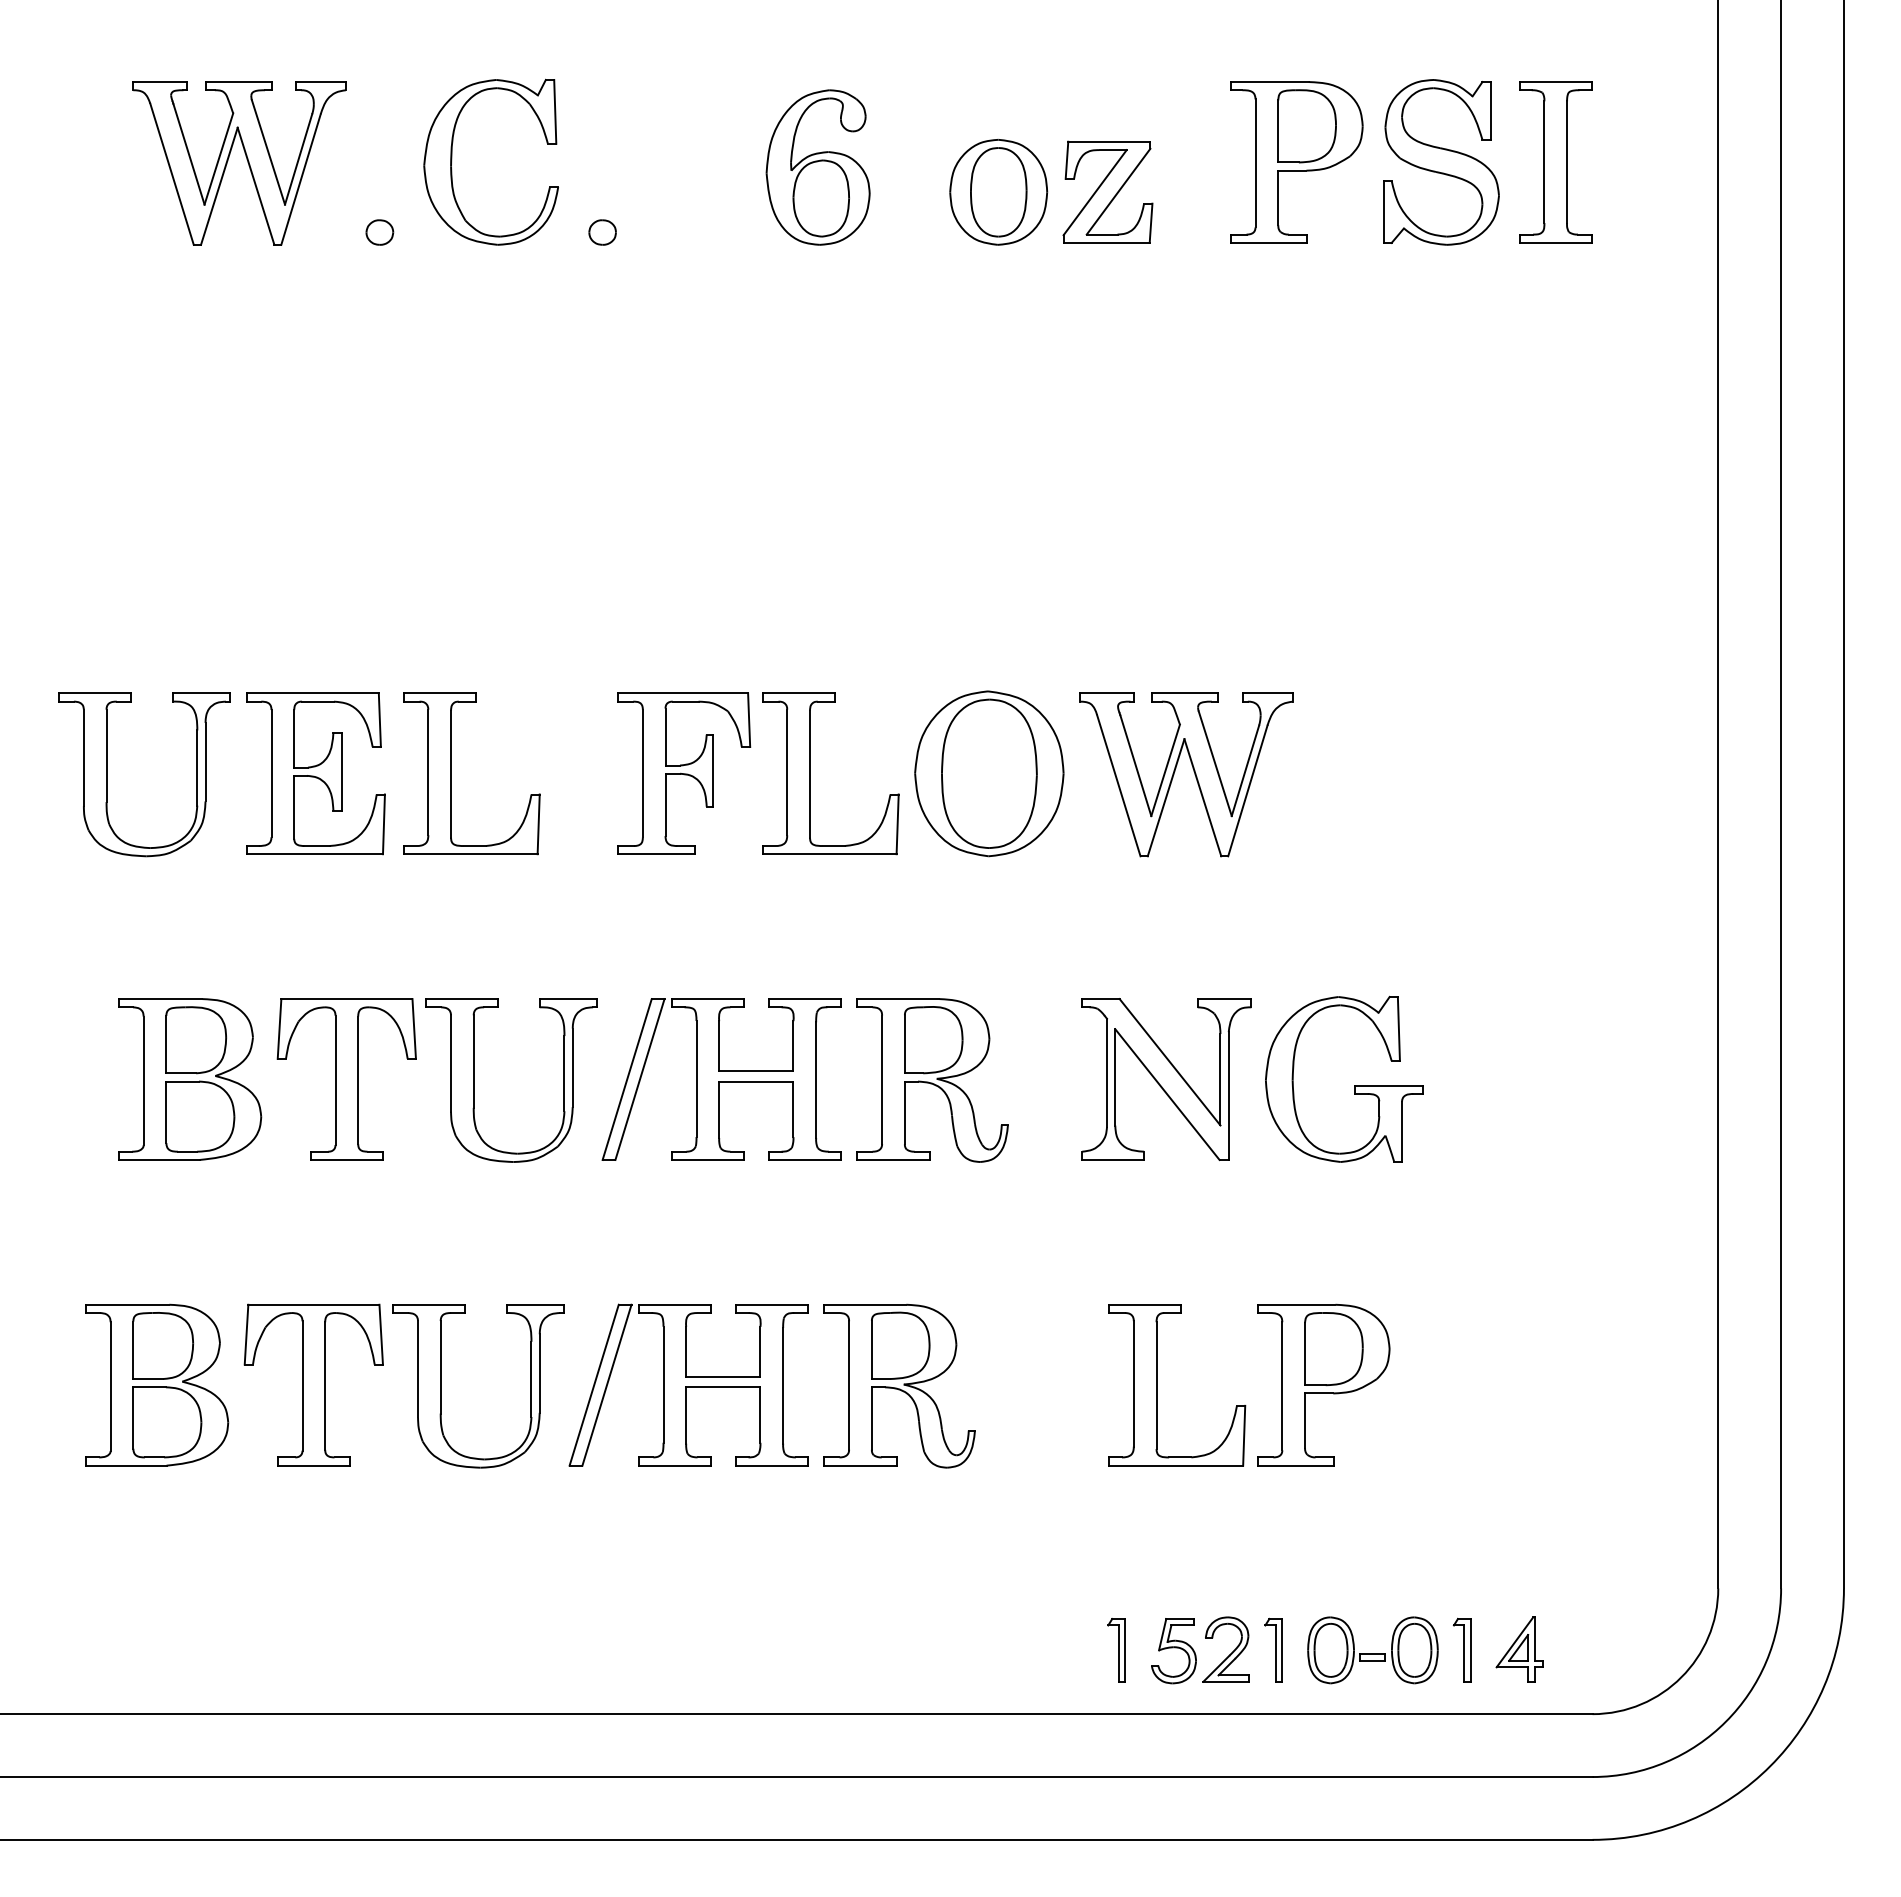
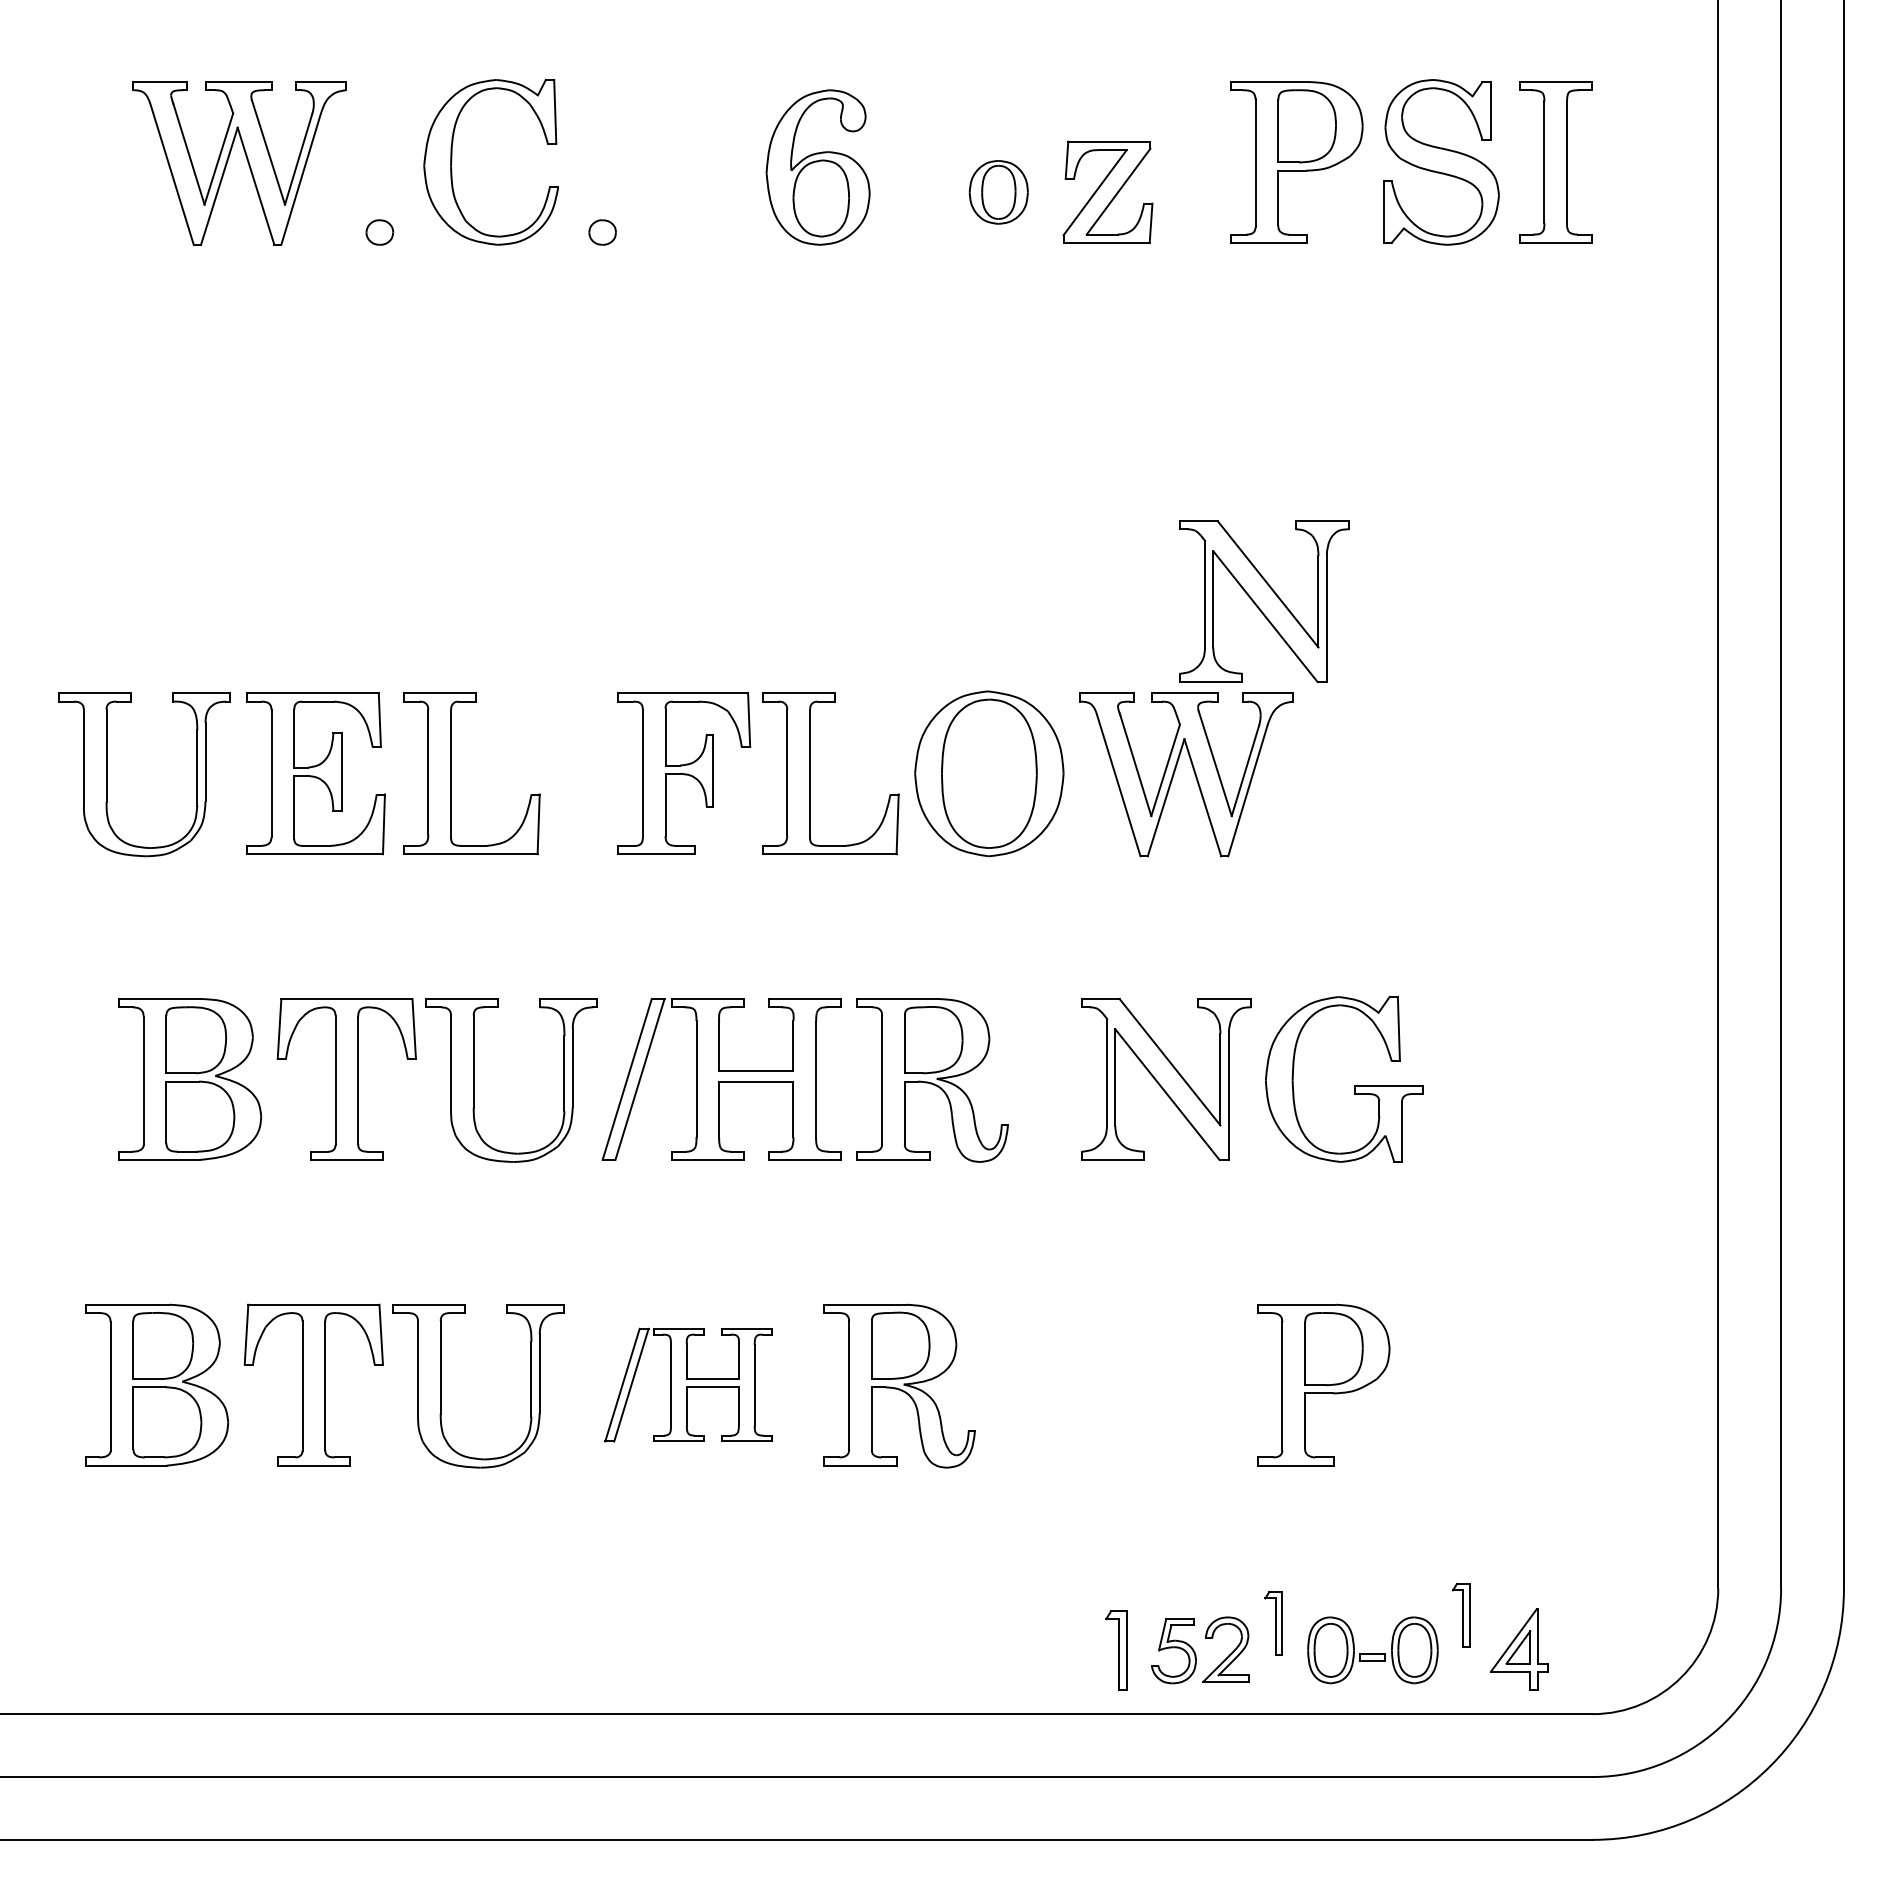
part at (998, 192) size: 100x107 px -> 61x65 px
part at (1264, 601): none -> present
part at (688, 1384) size: 241x164 px -> 169x116 px
part at (1157, 1385): present -> none
part at (1273, 1649) position: (1273, 1649) -> (1273, 1622)
part at (1461, 1649) position: (1461, 1649) -> (1460, 1614)
part at (1519, 1649) size: 49x67 px -> 59x83 px
part at (1116, 1650) size: 19x65 px -> 23x81 px
